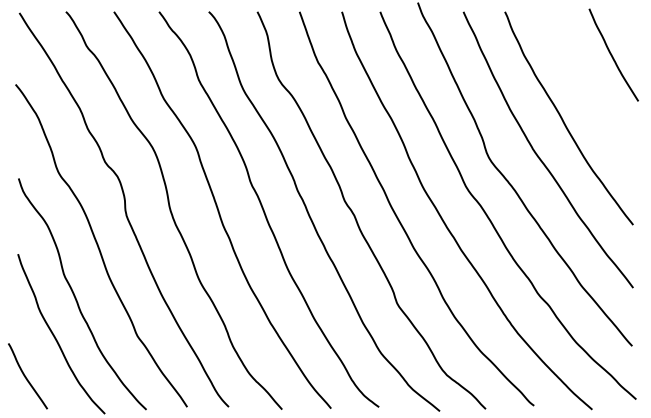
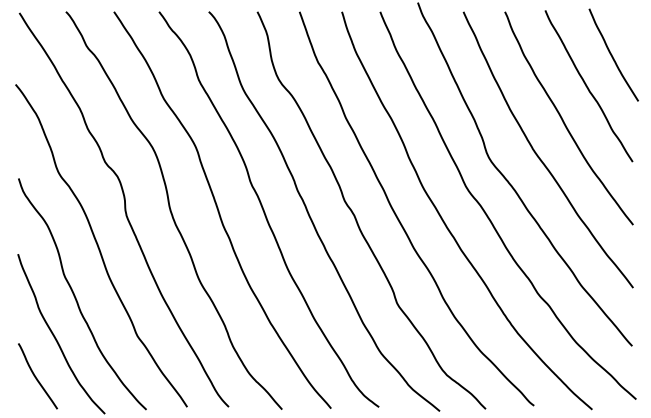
curve at (587, 86): none -> present
curve at (26, 376) position: (26, 376) -> (36, 376)
